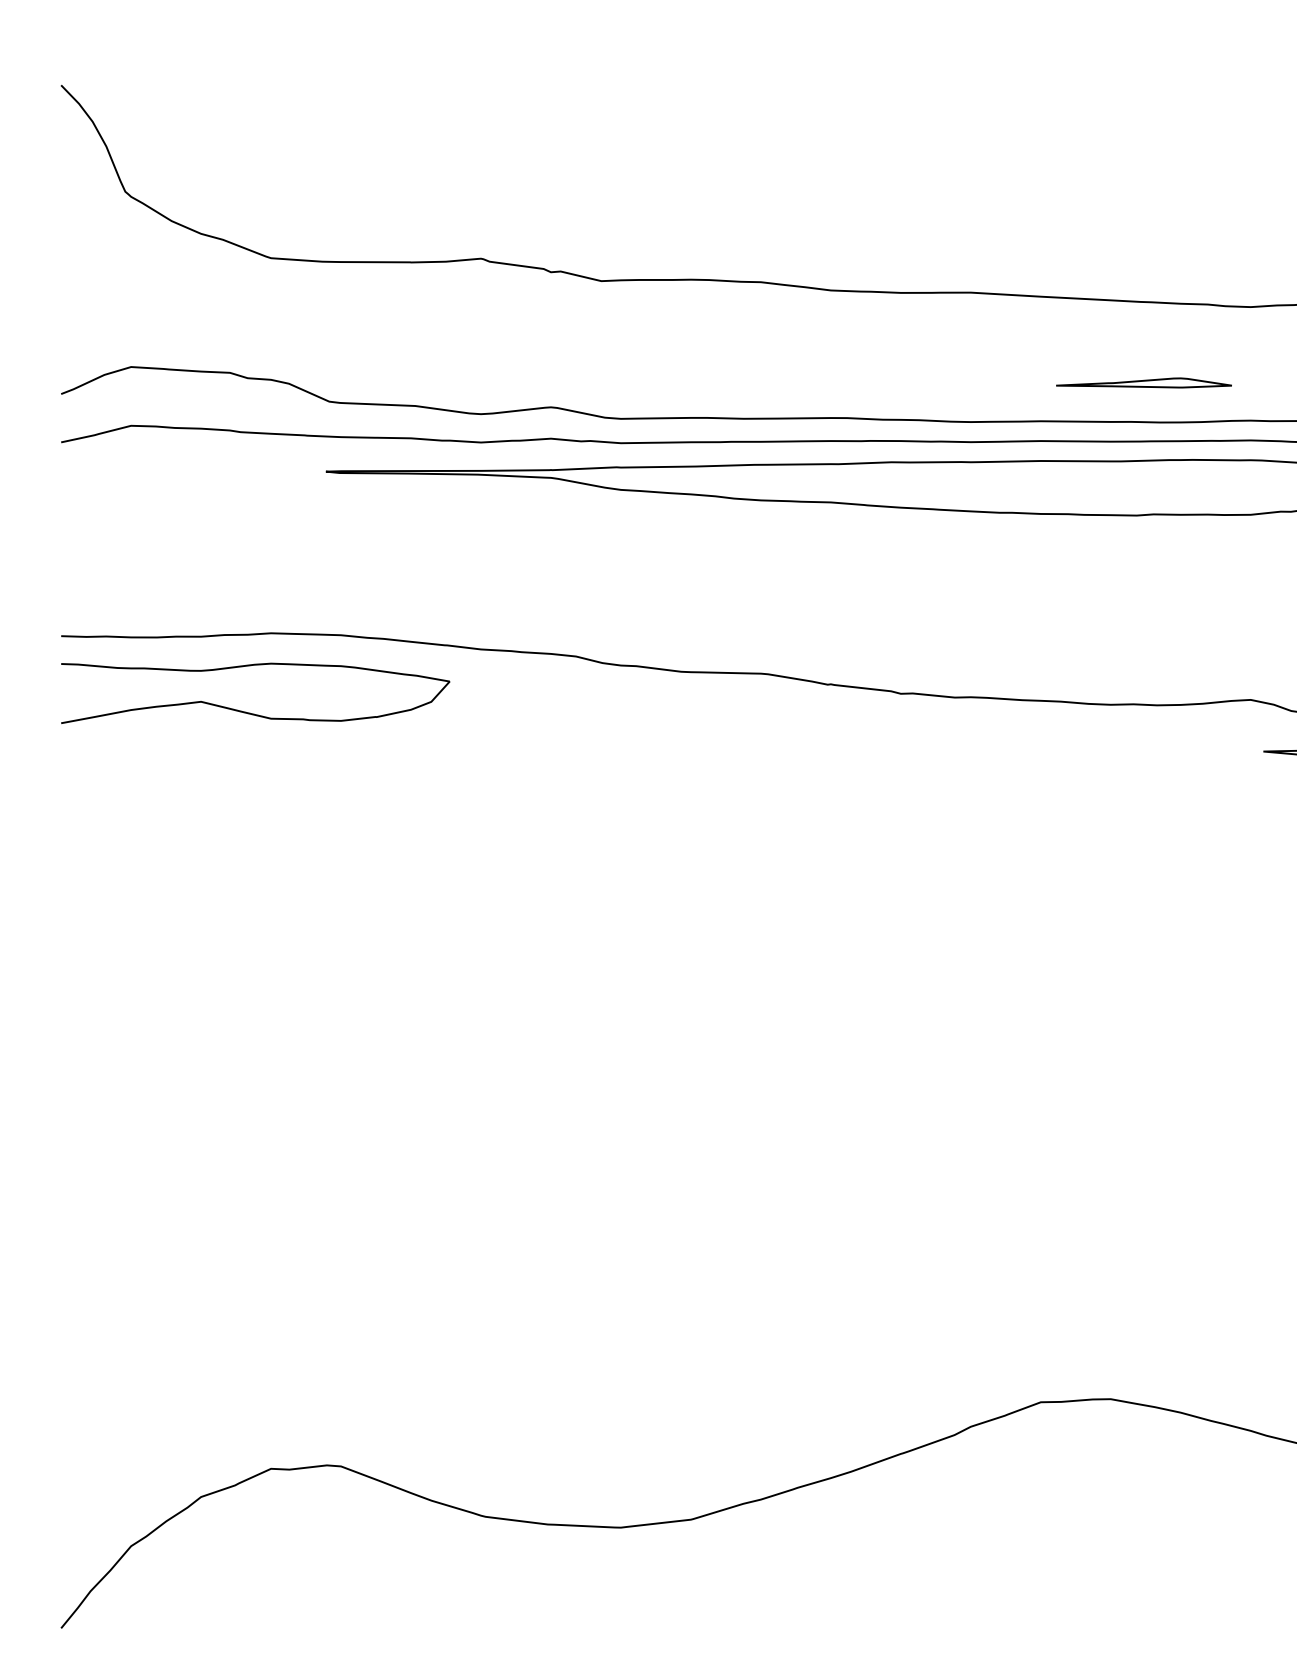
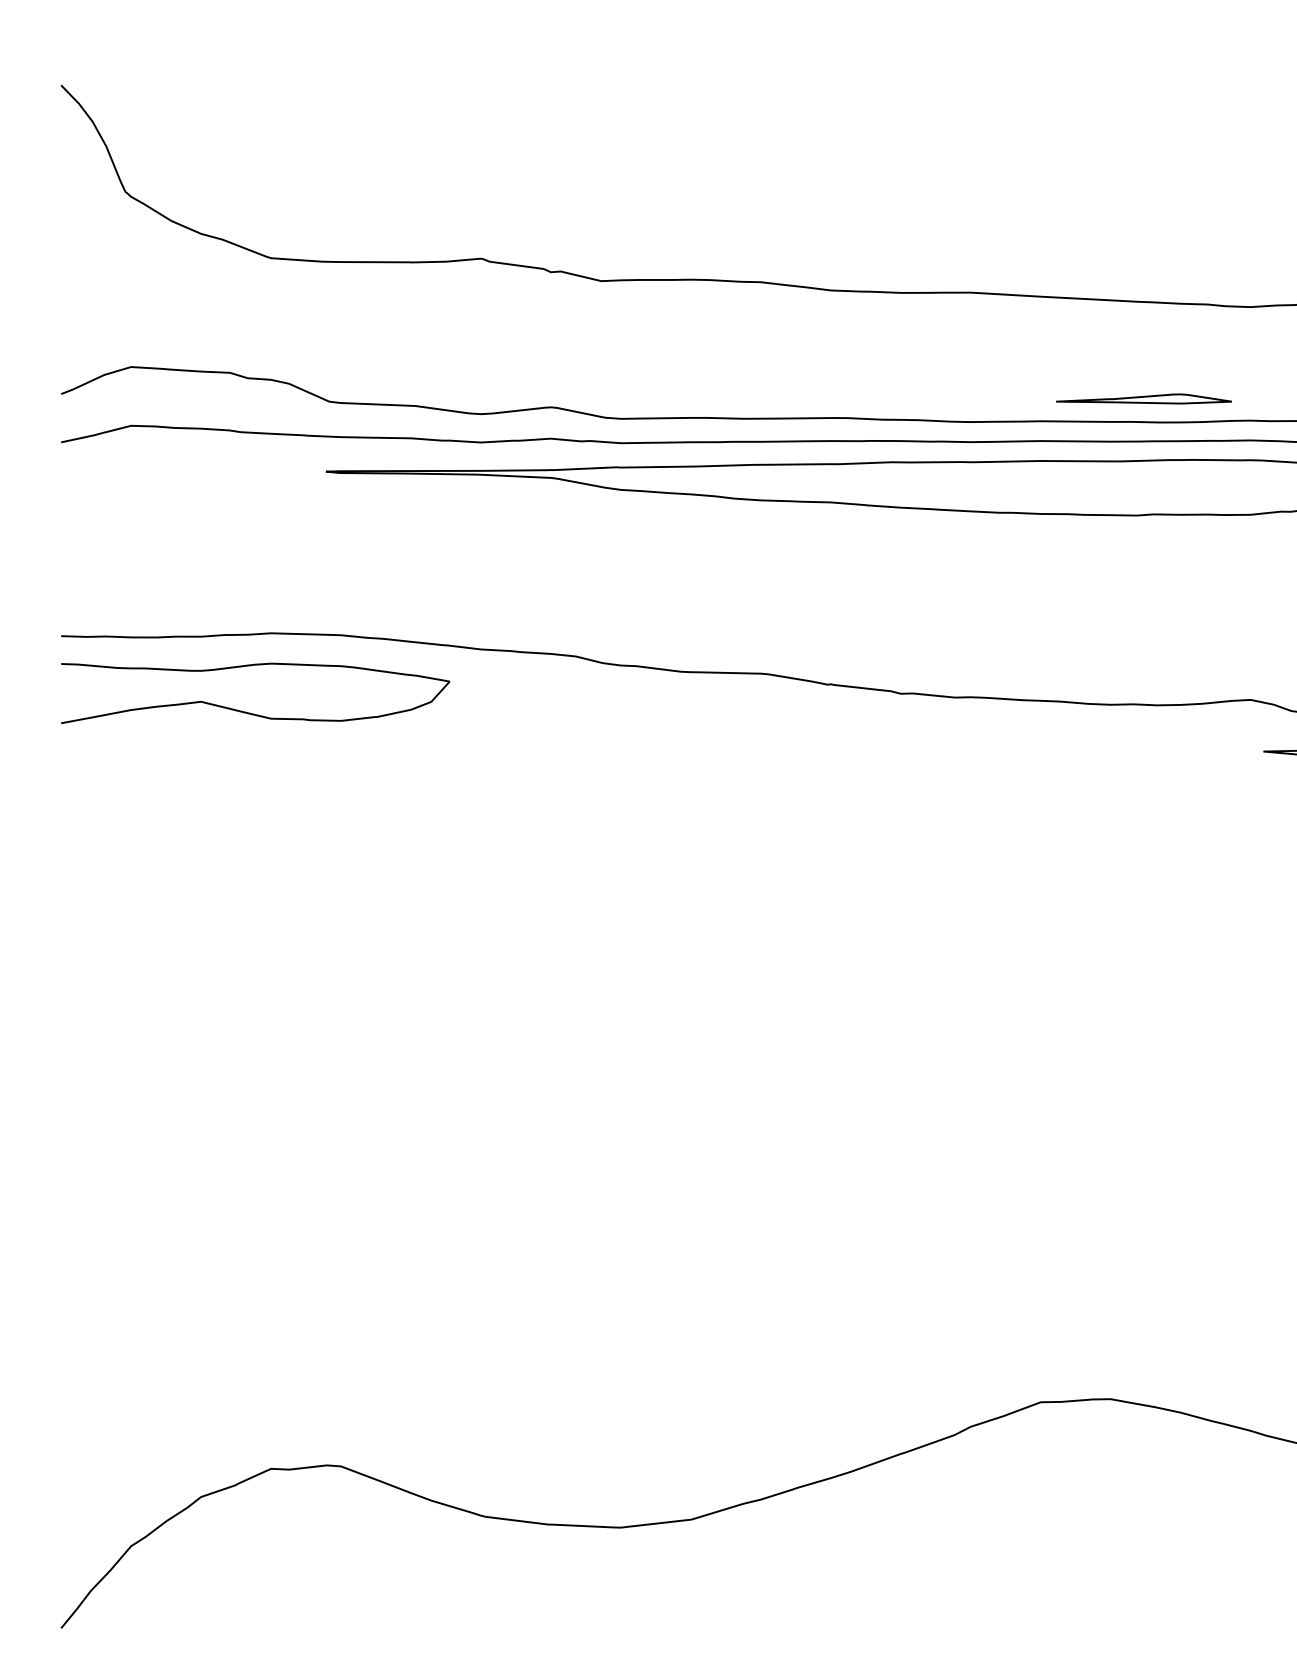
part at (1143, 382) position: (1143, 382) -> (1143, 398)
